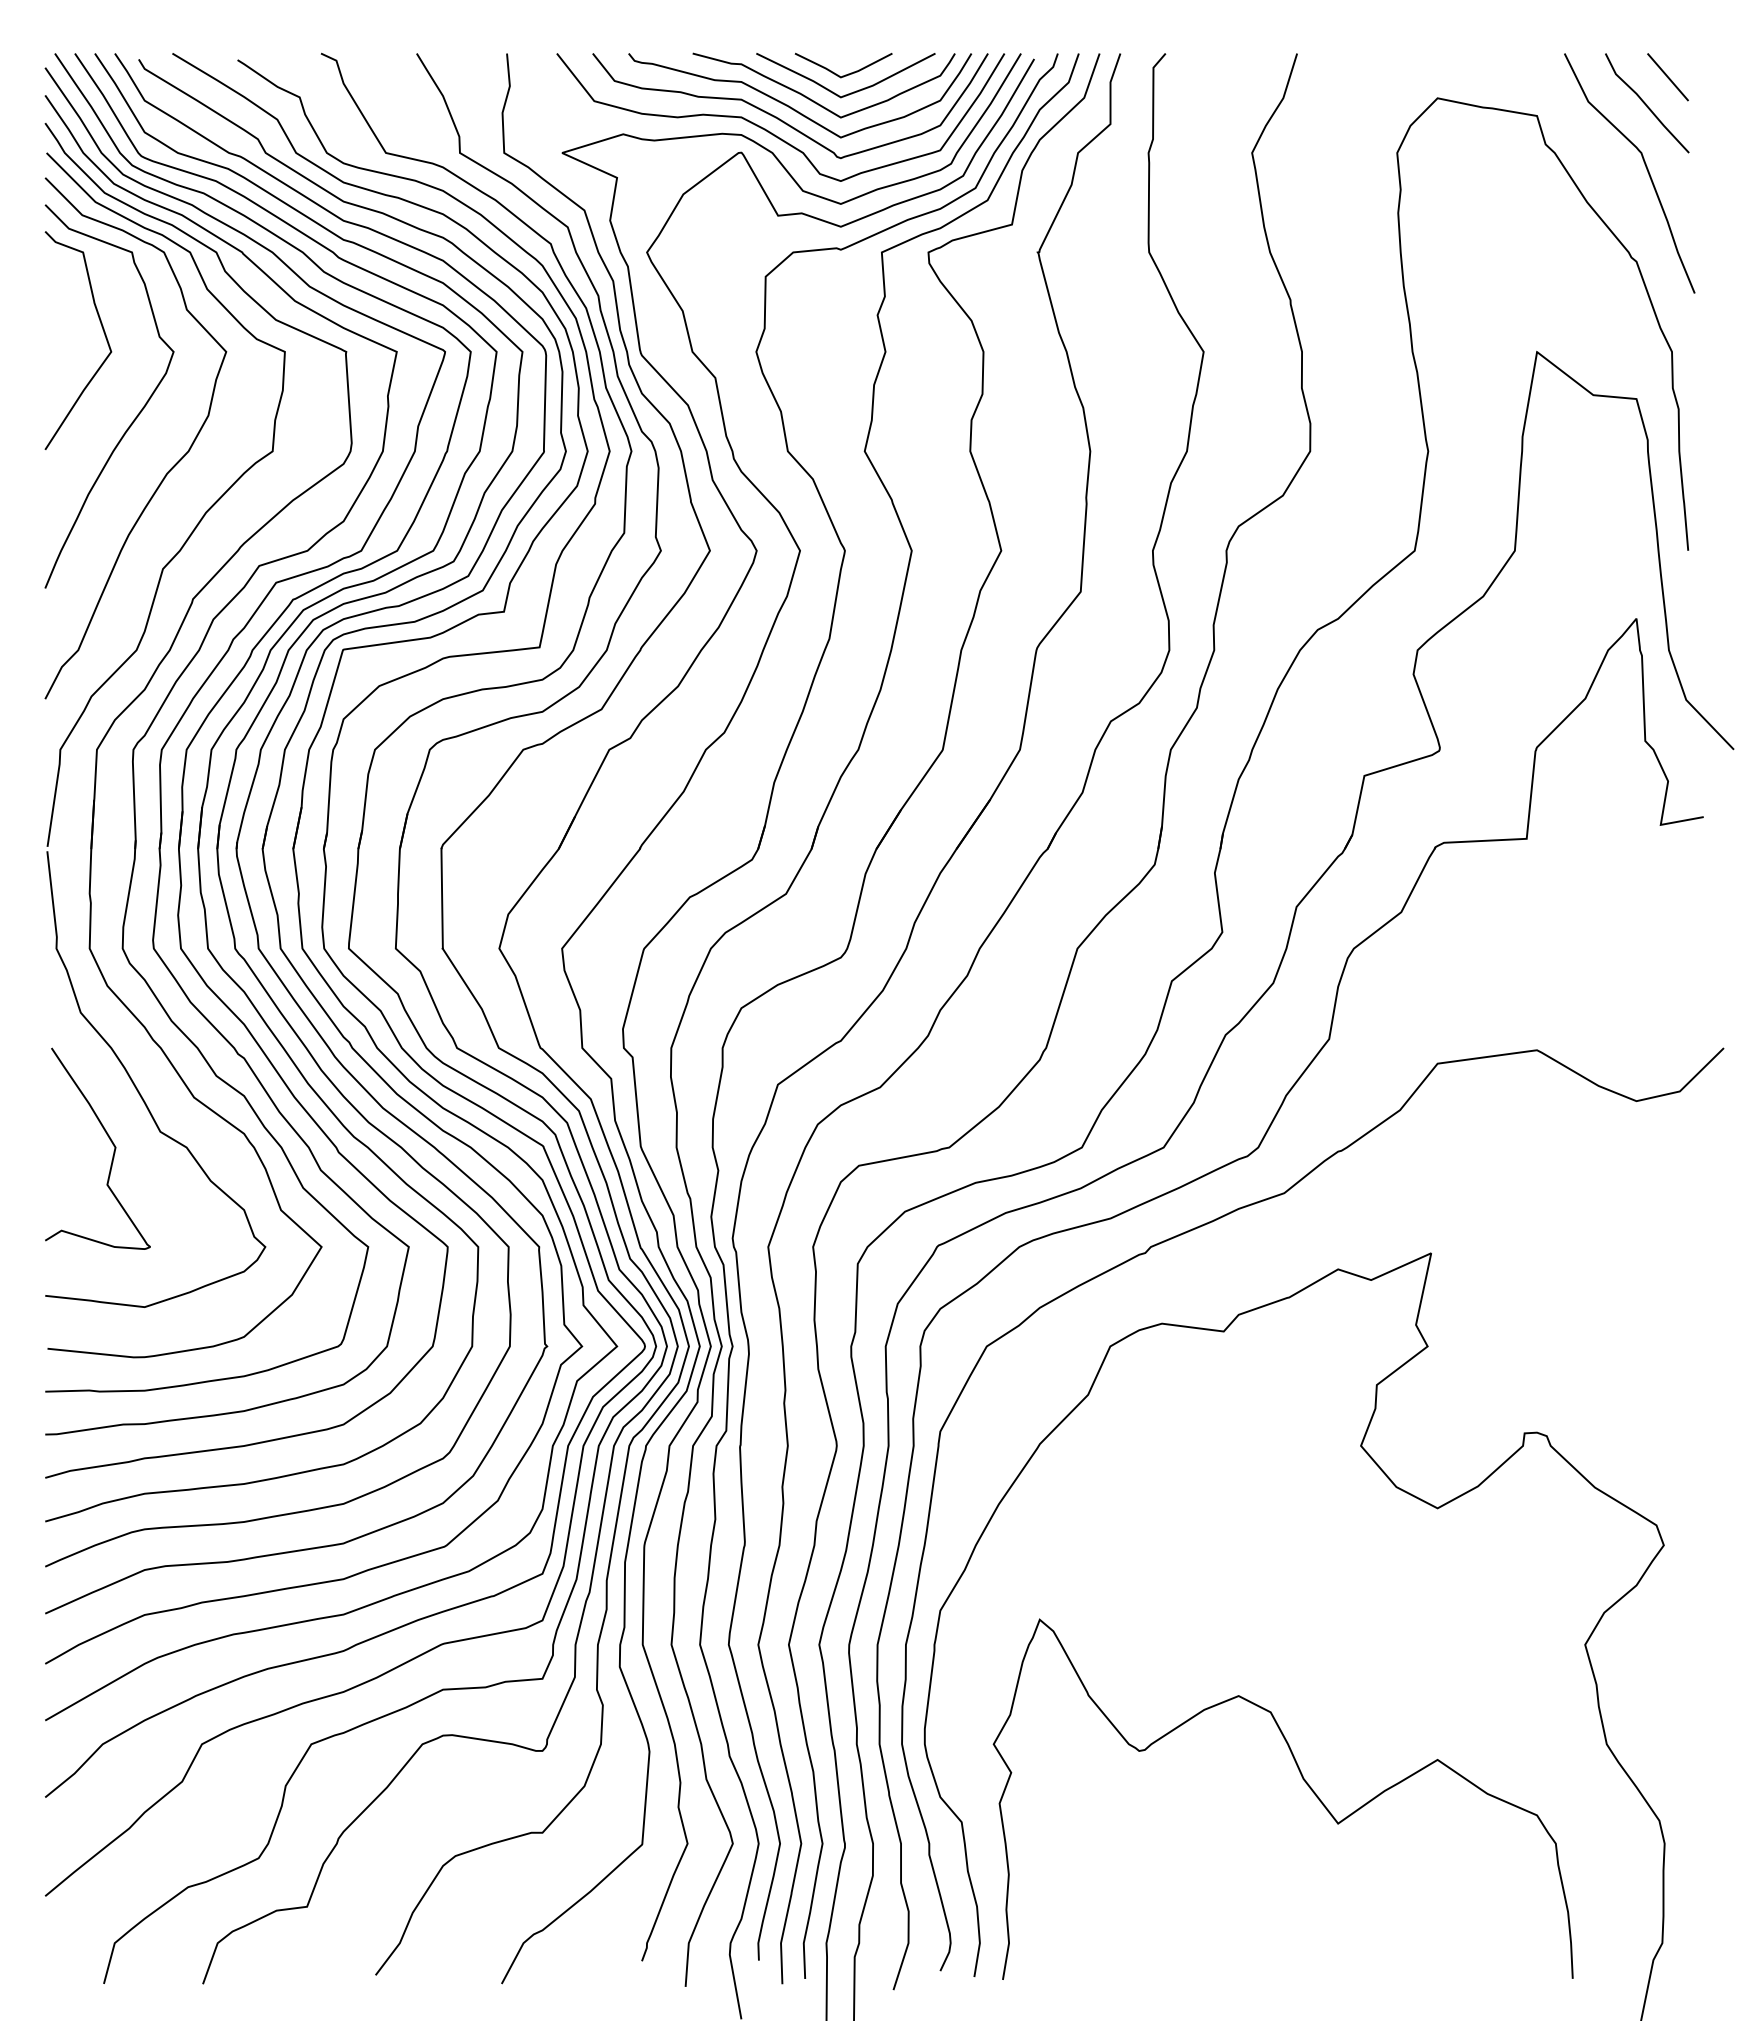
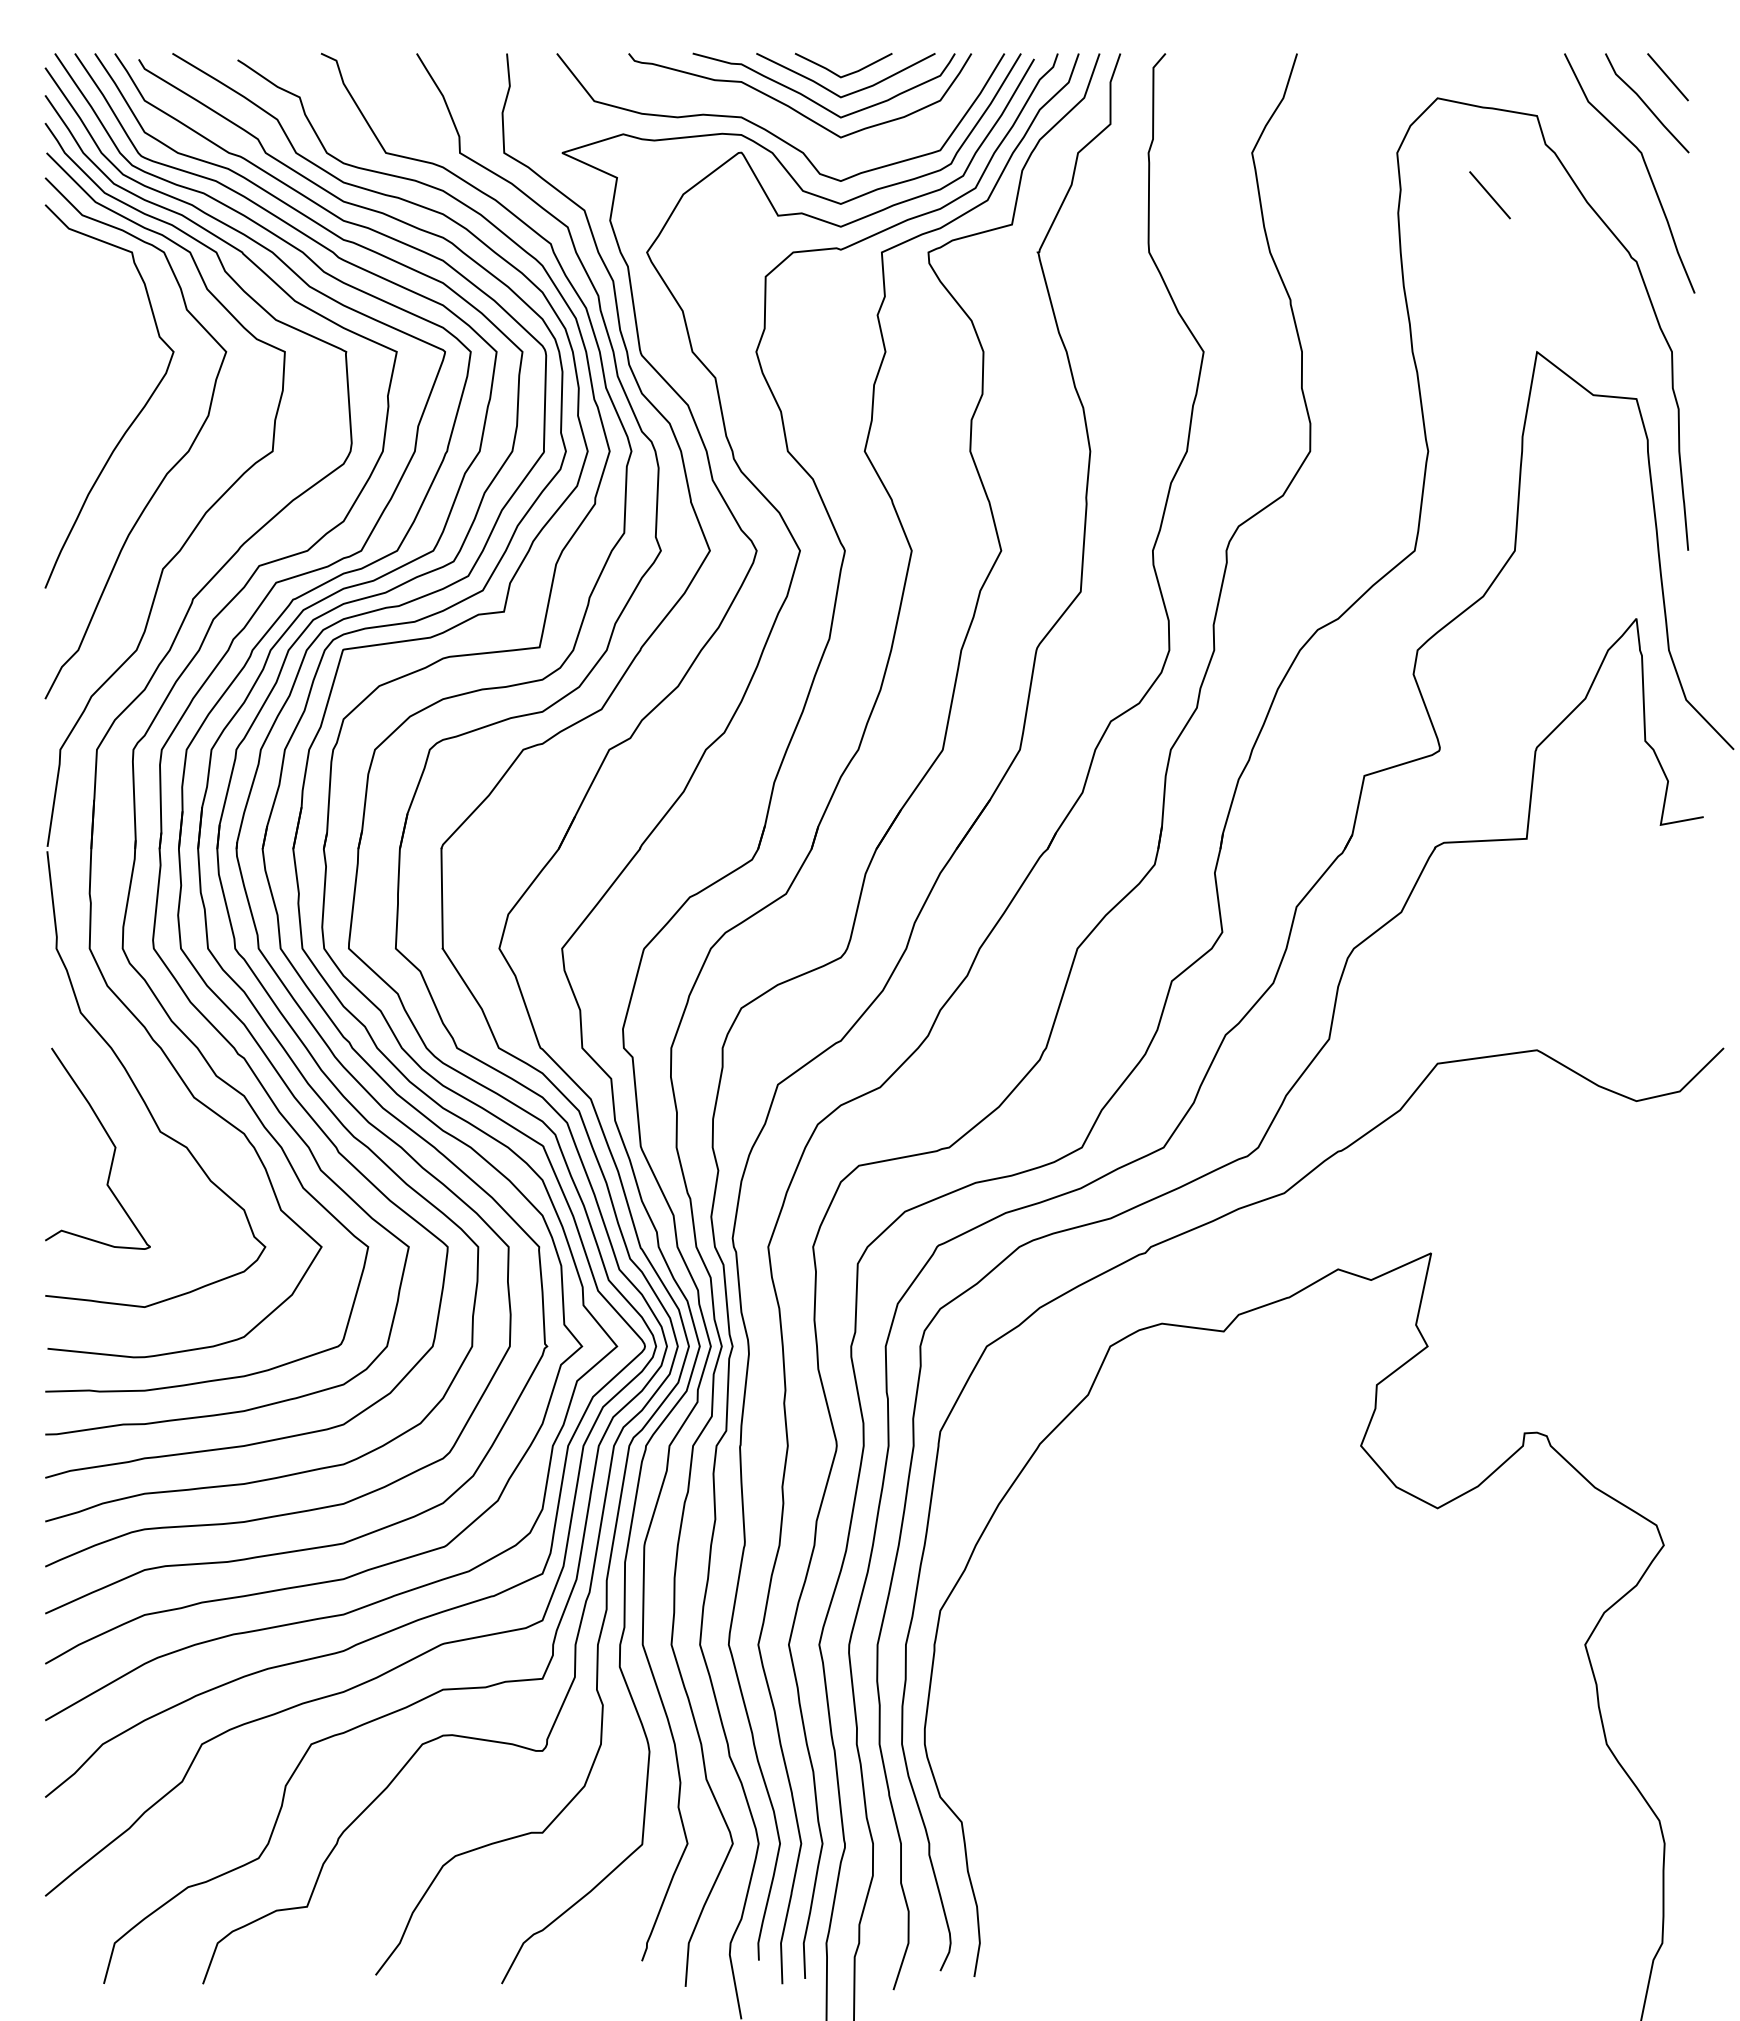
curve at (783, 120): present -> none
line at (1489, 195): none -> present
curve at (103, 332): present -> none
curve at (1305, 1783): present -> none
